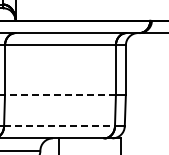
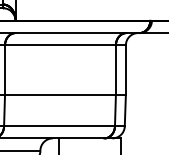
line at (59, 95): dashed -> solid
line at (60, 126): dashed -> solid
